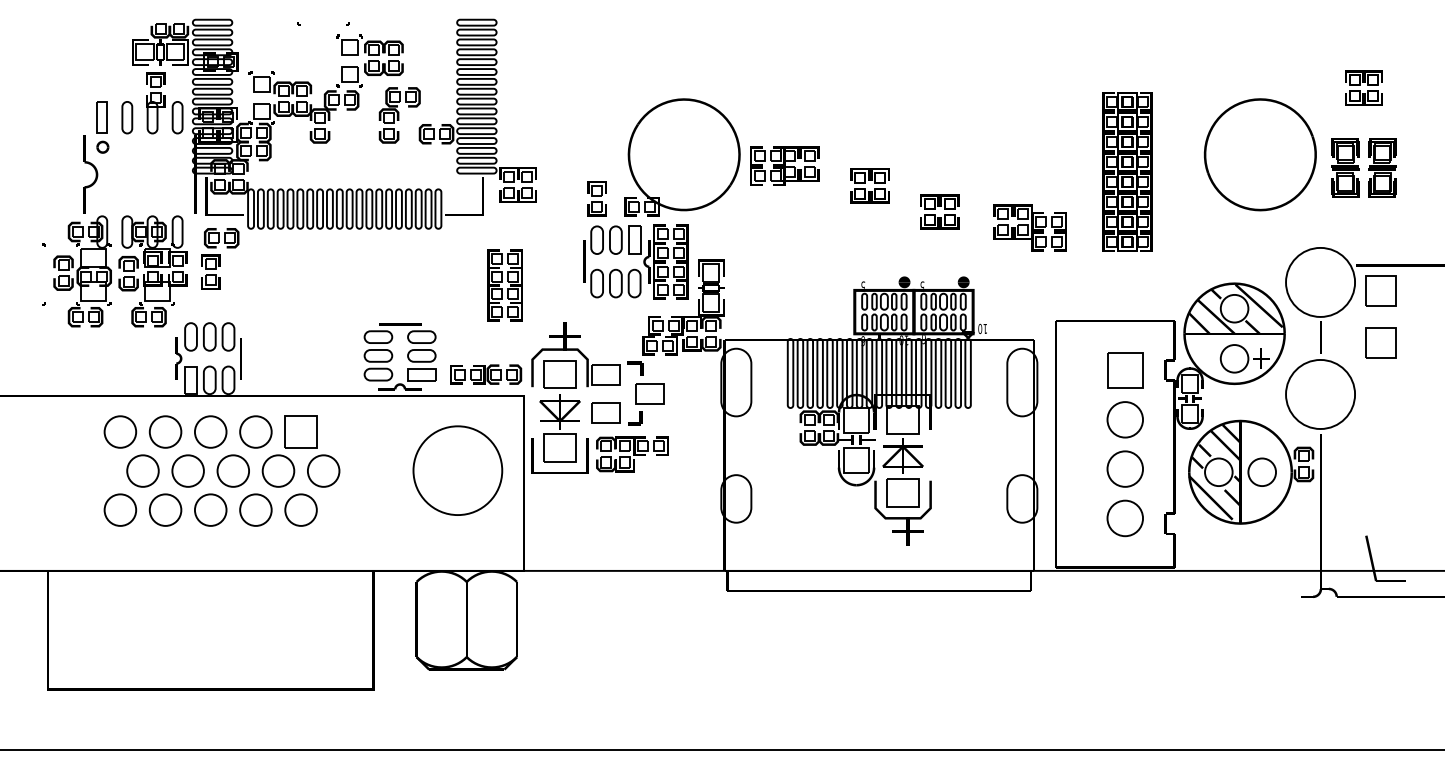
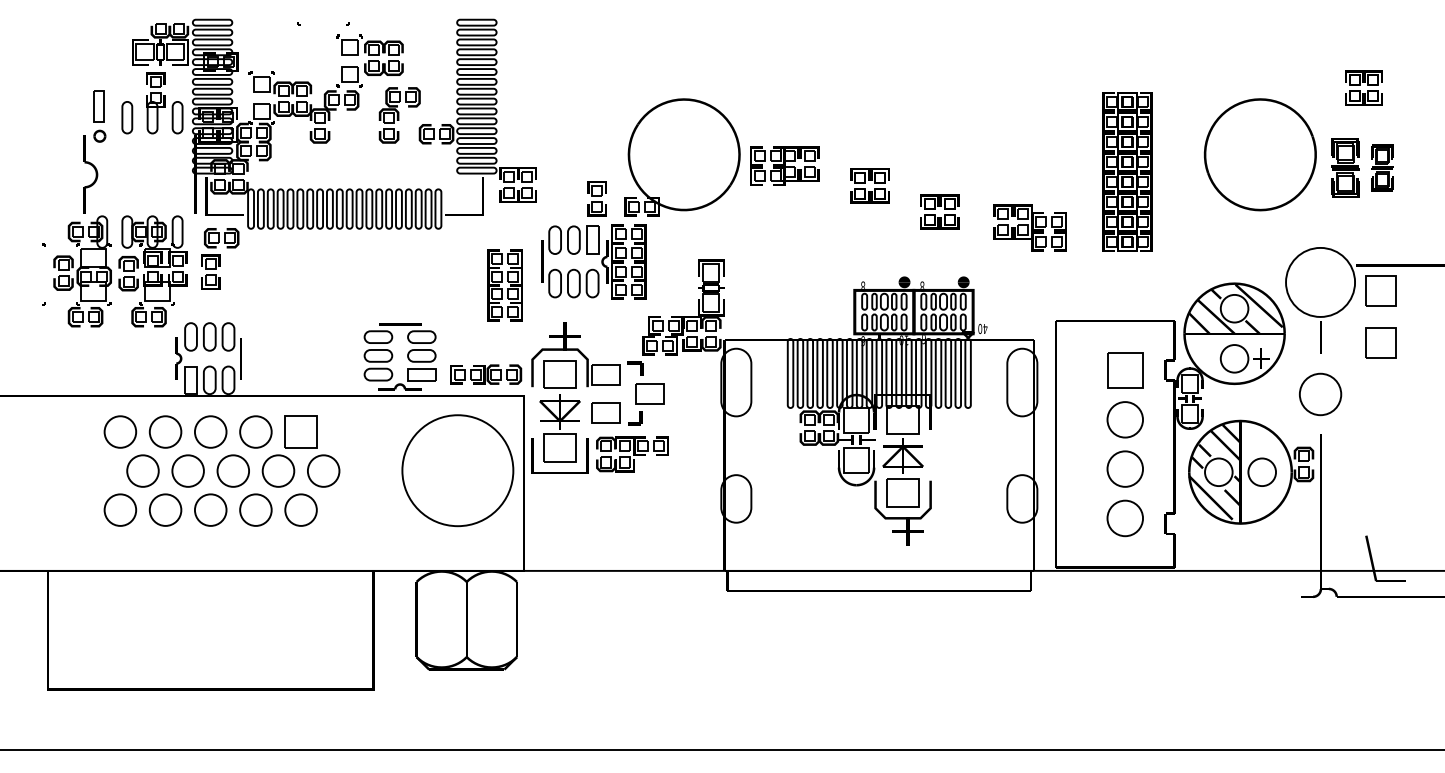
part at (102, 127) position: (102, 127) -> (99, 116)
part at (1382, 167) size: 29x60 px -> 23x48 px
part at (635, 254) position: (635, 254) -> (593, 254)
text at (863, 284): 5 -> 8
text at (922, 284): 5 -> 8
text at (985, 328): 10 -> 40
circle at (1320, 394) diameter: 69 px -> 41 px
circle at (457, 470) diameter: 89 px -> 111 px
